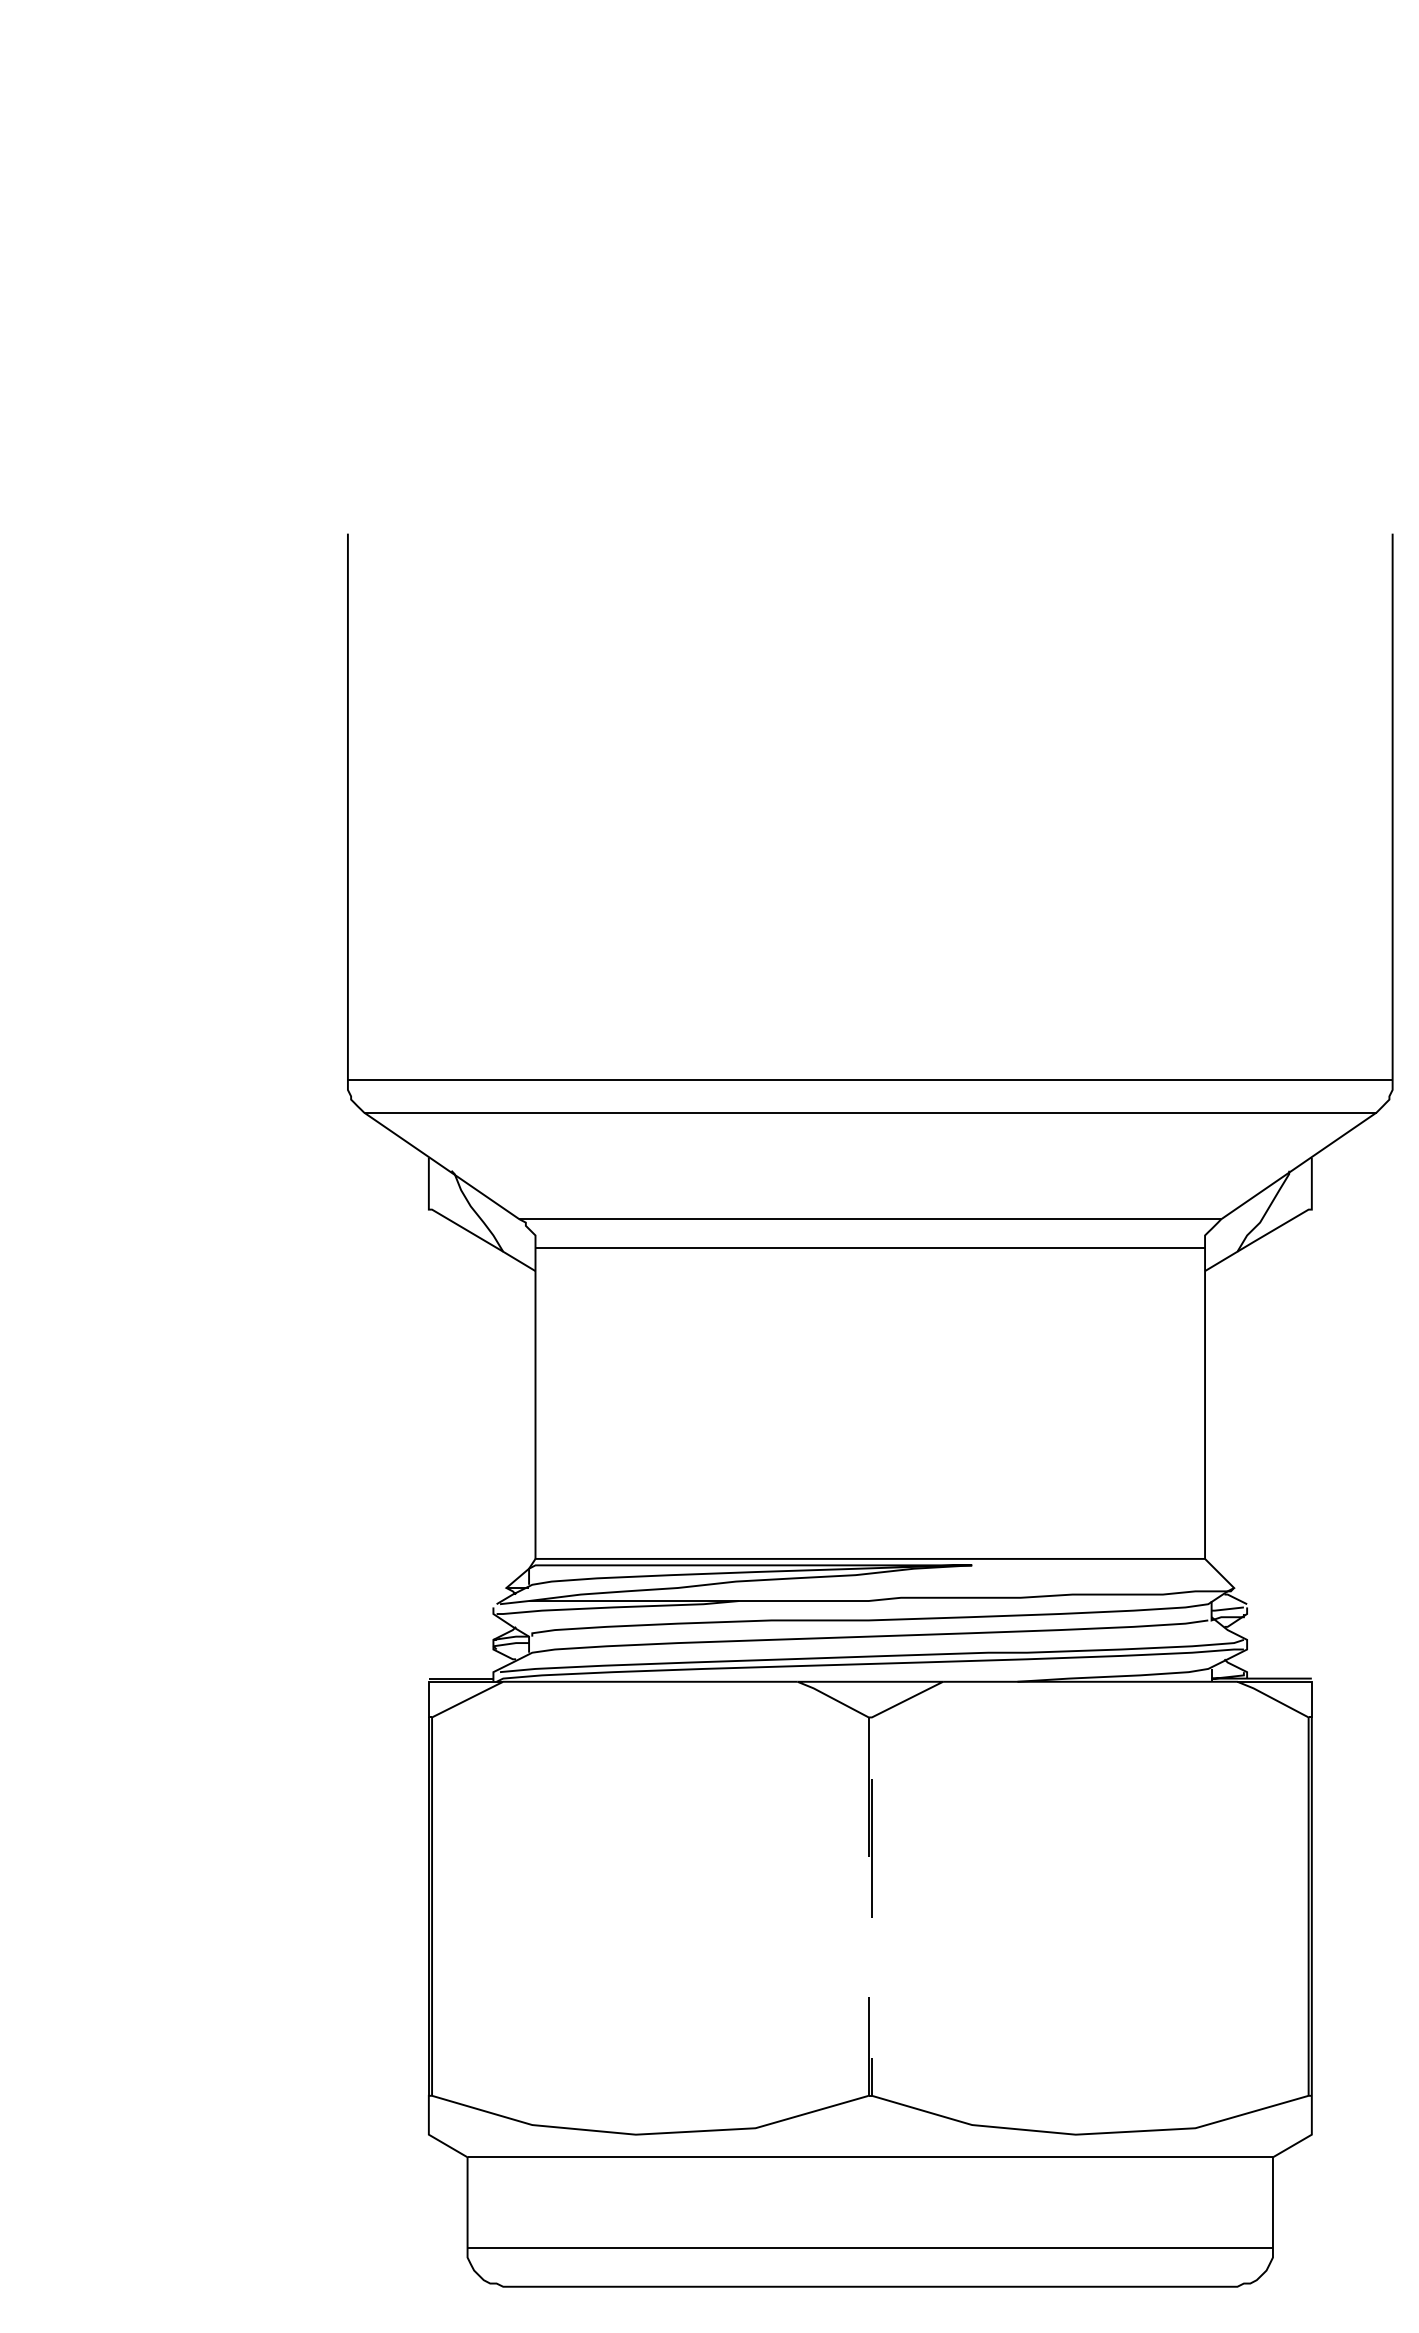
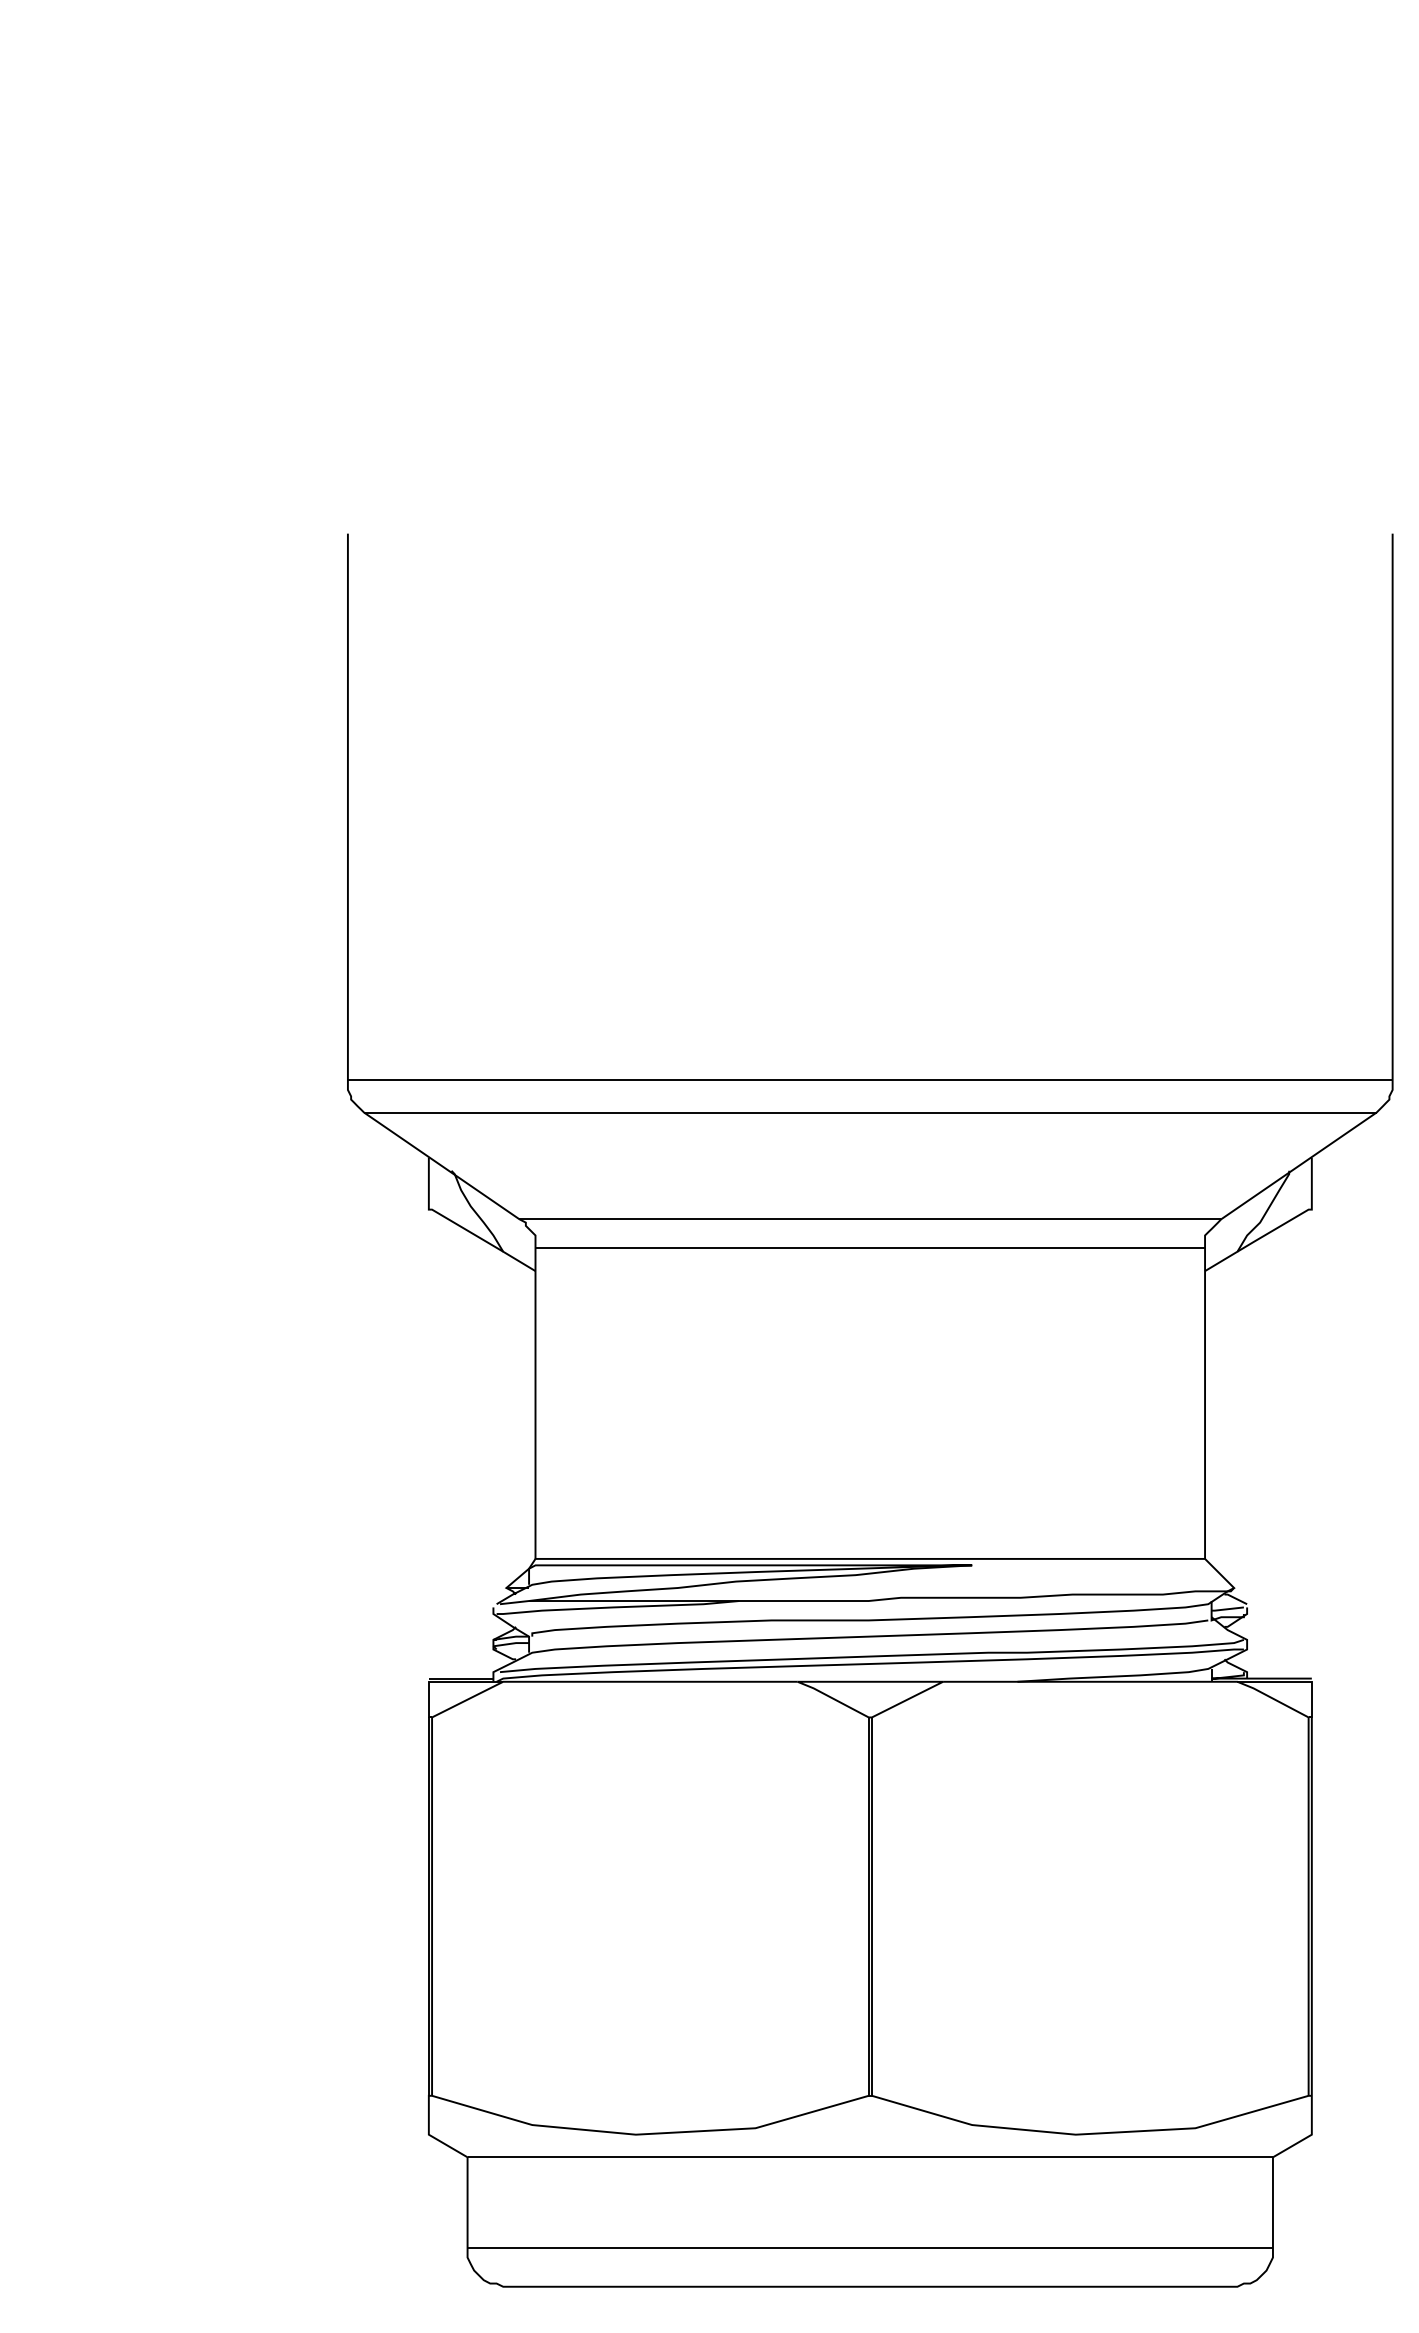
line at (870, 2095): dashed -> solid
